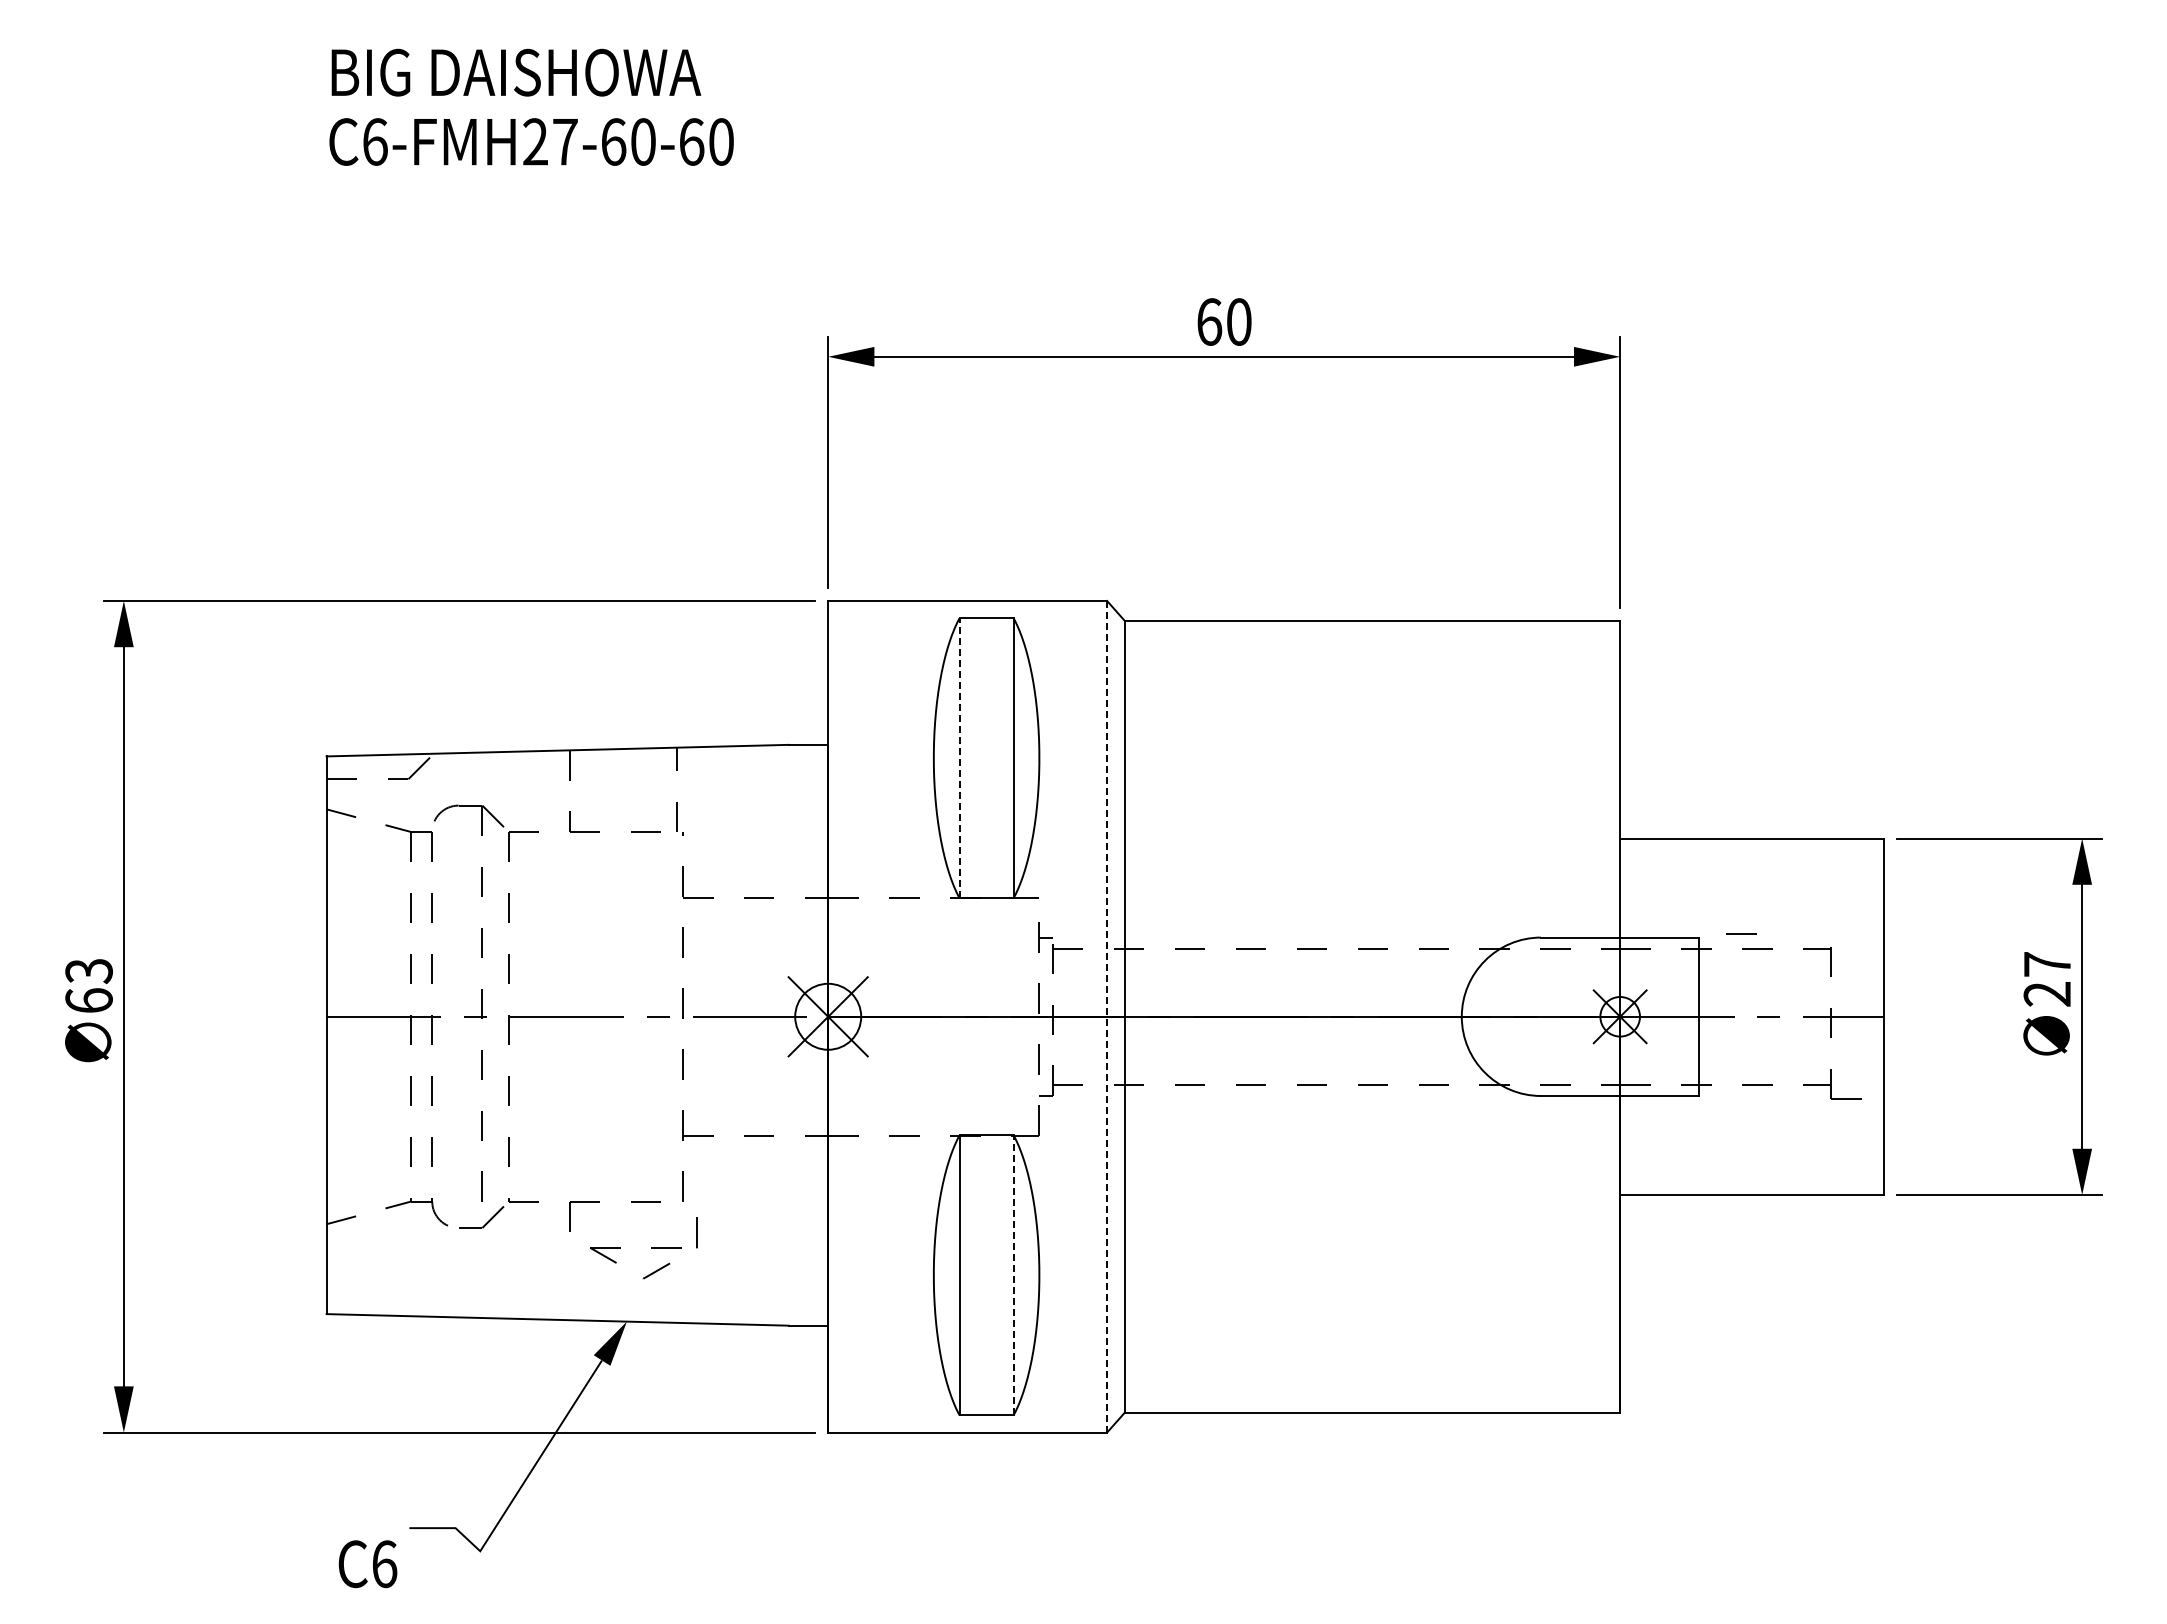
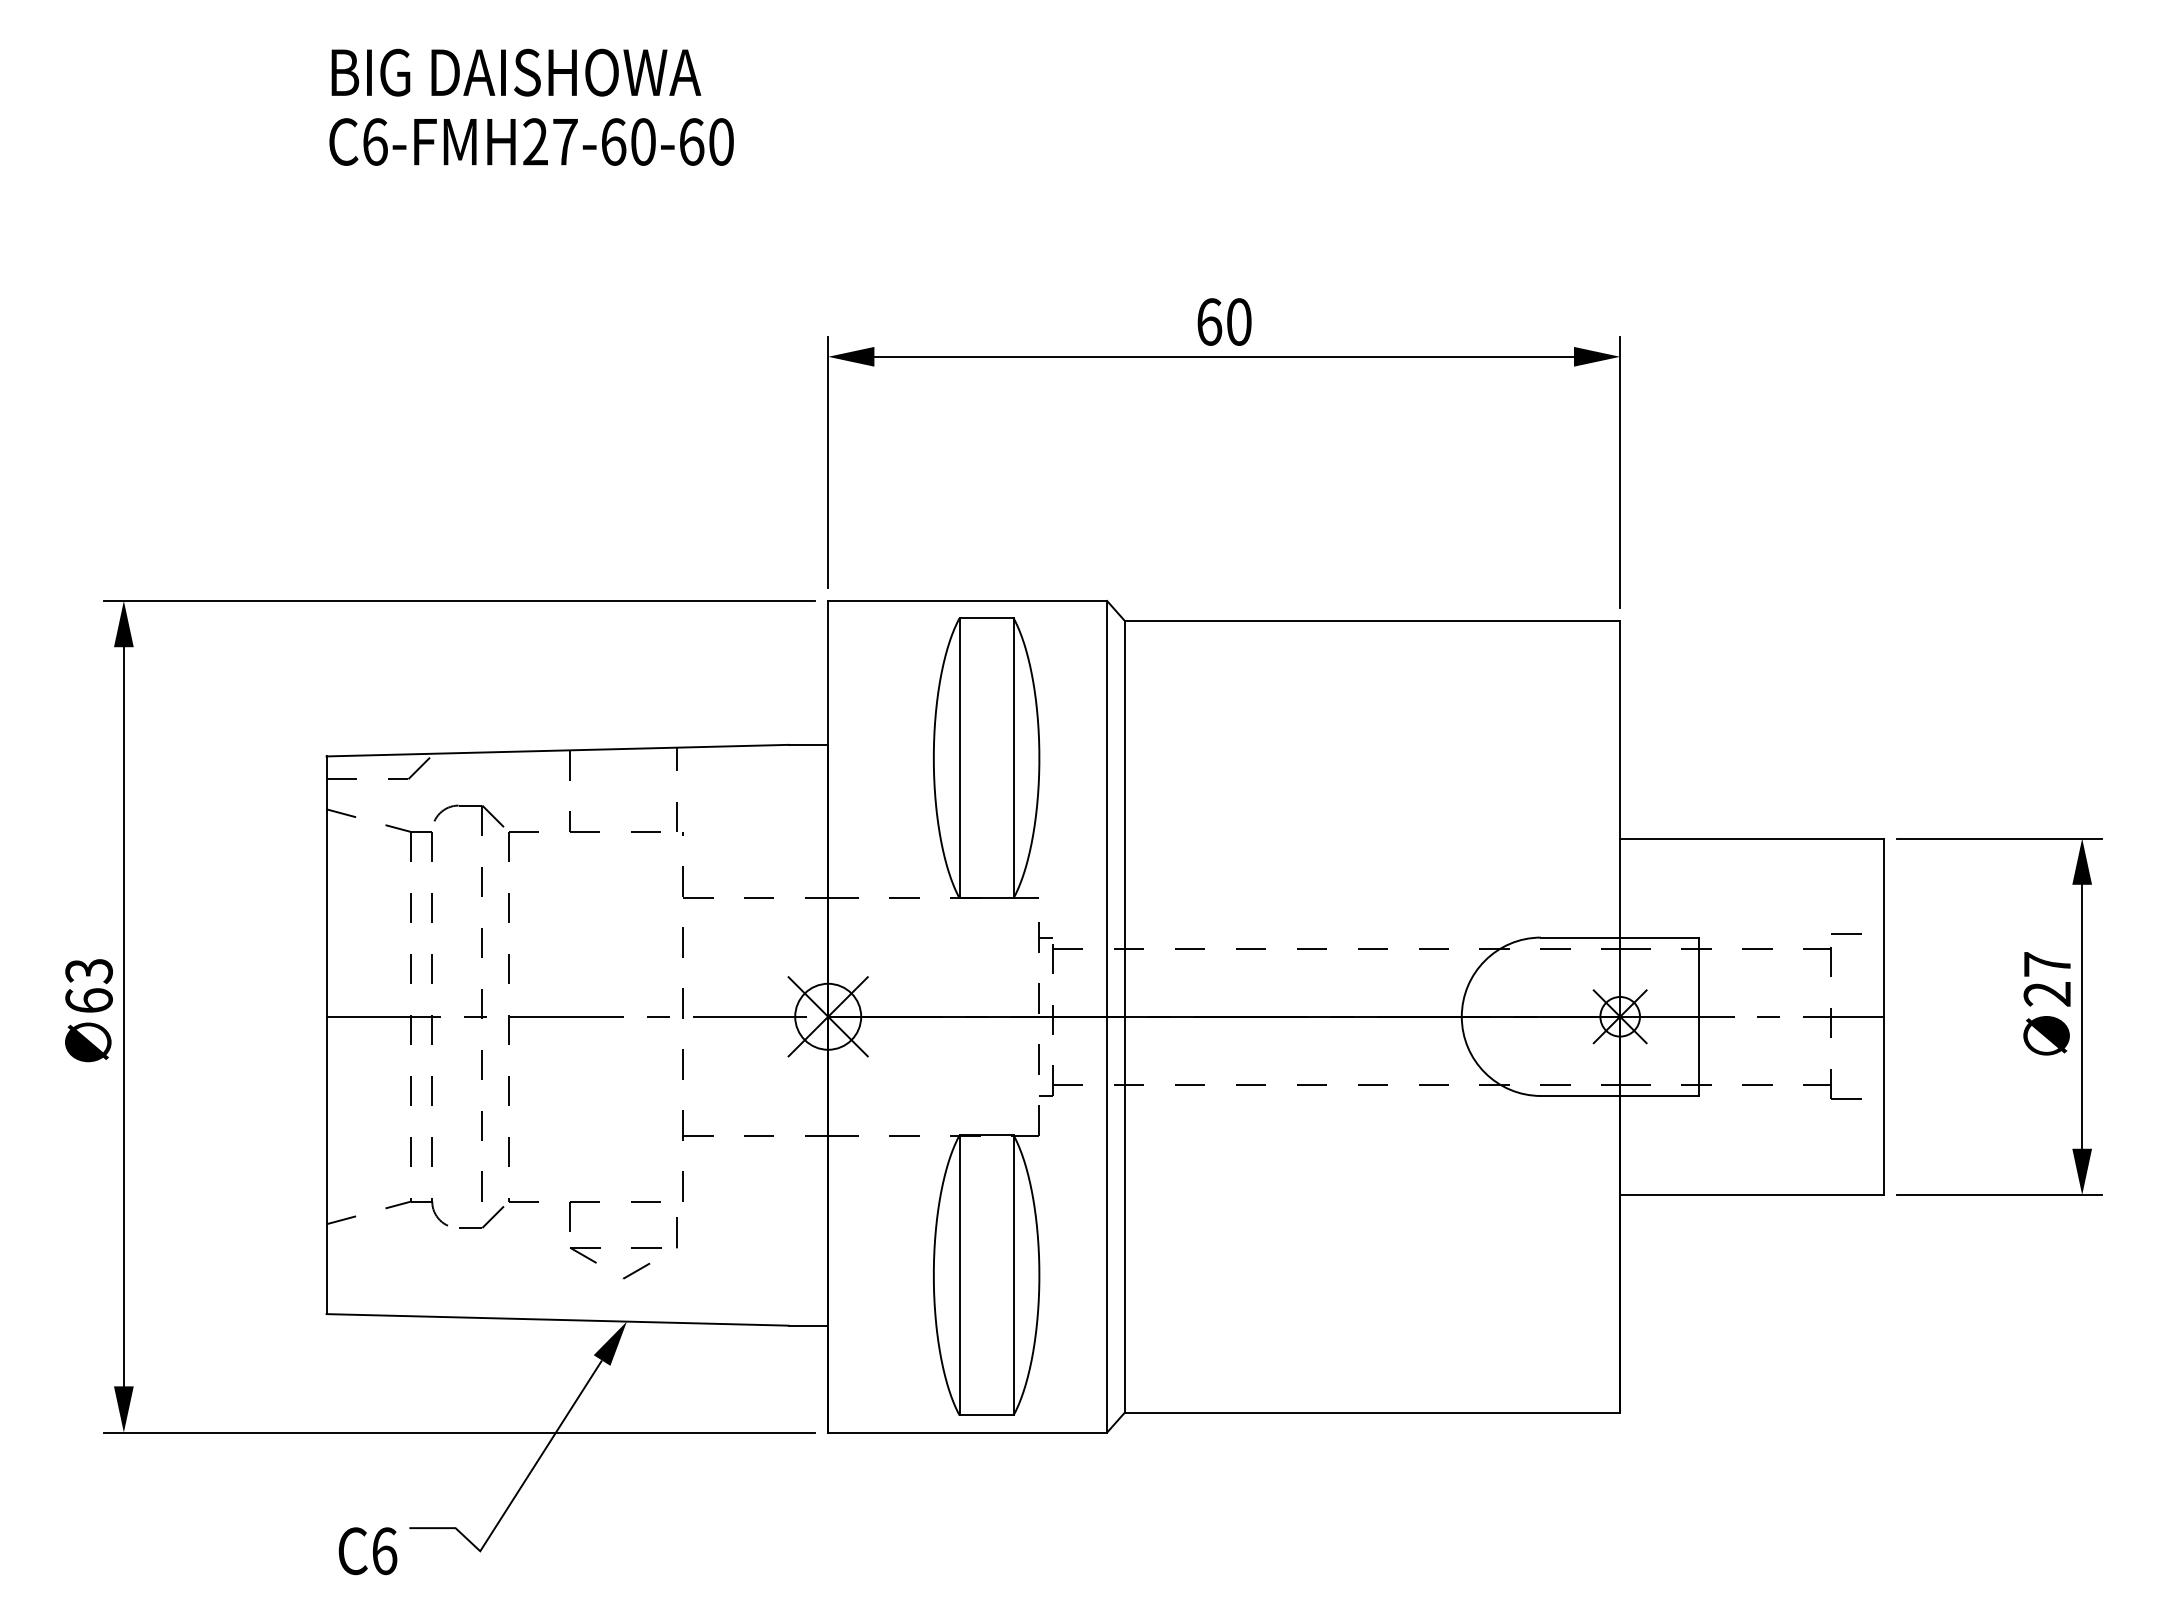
line at (959, 758): dashed -> solid
line at (1741, 933) position: (1741, 933) -> (1846, 933)
line at (1107, 1016): dashed -> solid
part at (651, 1248) position: (651, 1248) -> (631, 1248)
line at (1013, 1275): dashed -> solid
text at (367, 1564) position: (367, 1564) -> (367, 1551)
